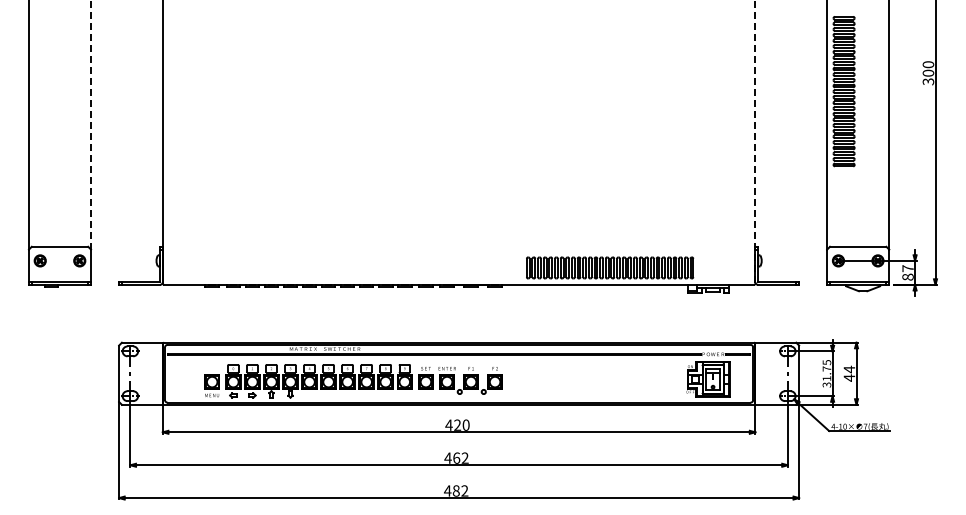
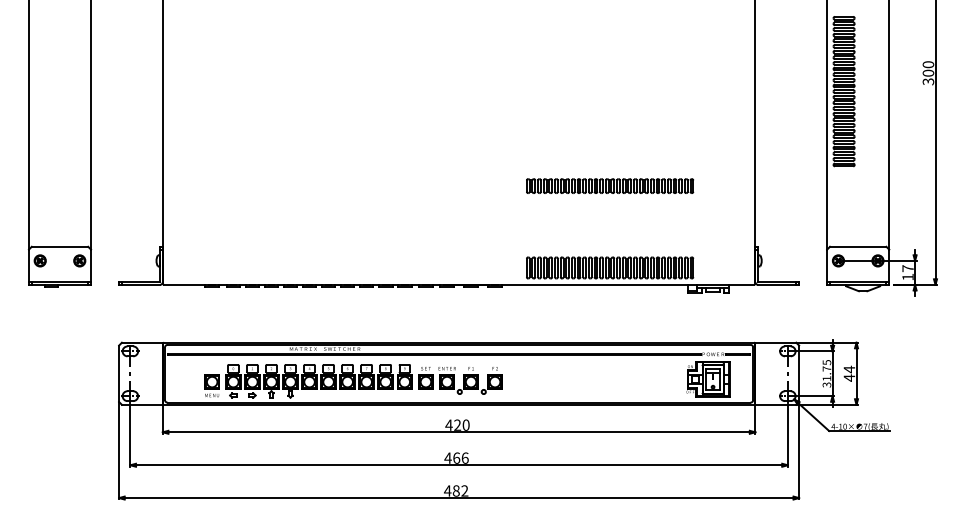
line at (91, 124): dashed -> solid
line at (755, 141): dashed -> solid
part at (610, 185): none -> present
text at (907, 276): 87 -> 17
text at (464, 457): 462 -> 466
